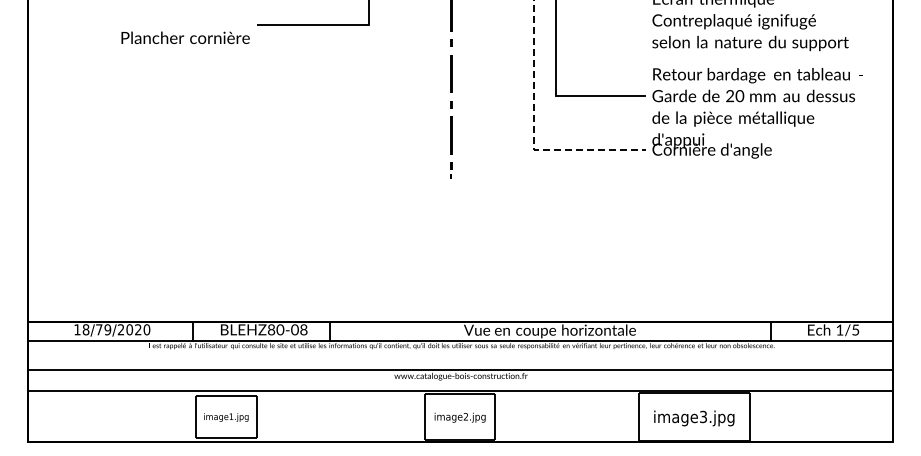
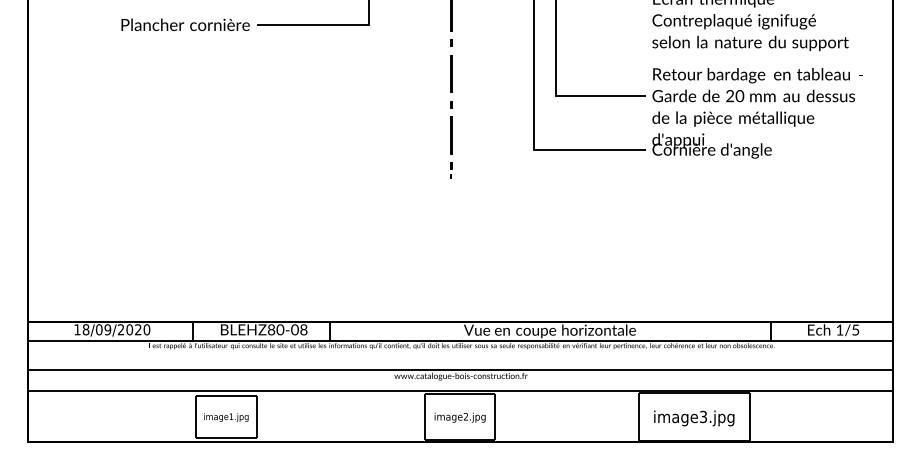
text at (185, 37) position: (185, 37) -> (185, 24)
line at (534, 131): dashed -> solid
text at (99, 329): 18/79/2020 -> 18/09/2020
